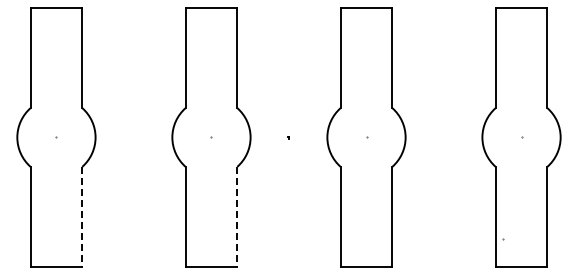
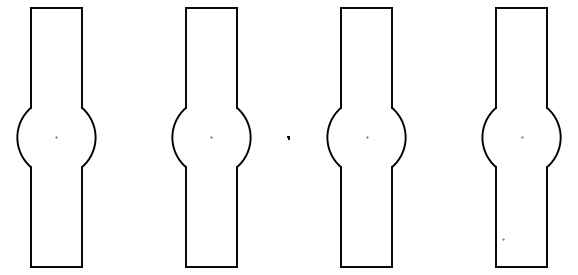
line at (82, 216): dashed -> solid
line at (237, 216): dashed -> solid
